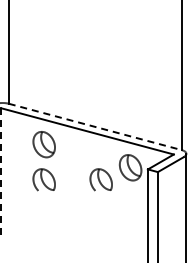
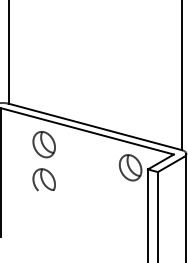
line at (95, 127): dashed -> solid
line at (1, 172): dashed -> solid
part at (100, 179): present -> none
